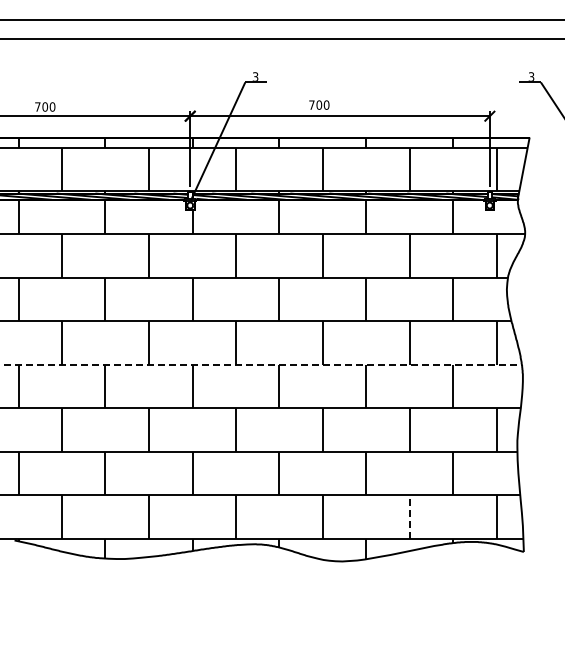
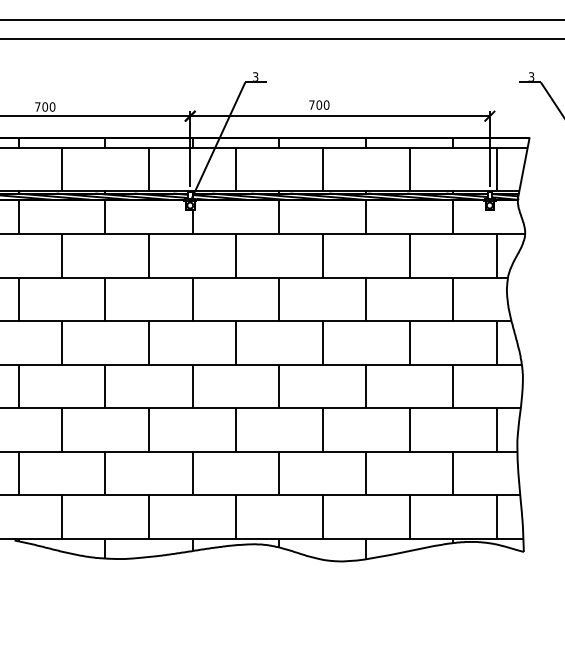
line at (261, 364): dashed -> solid
line at (409, 517): dashed -> solid
